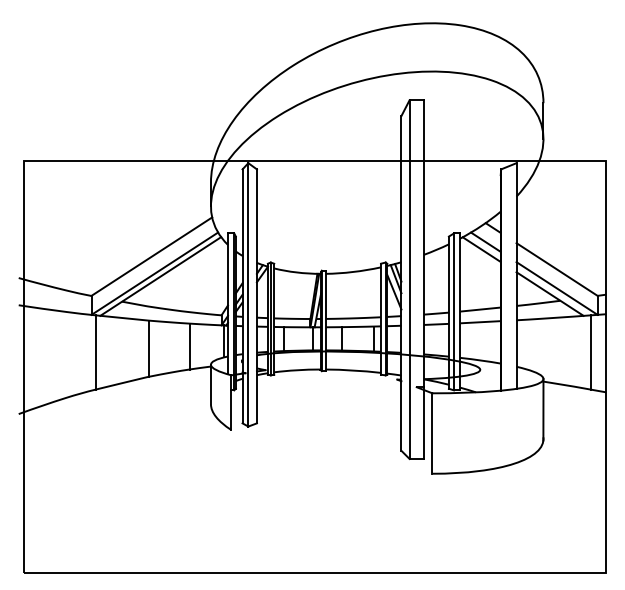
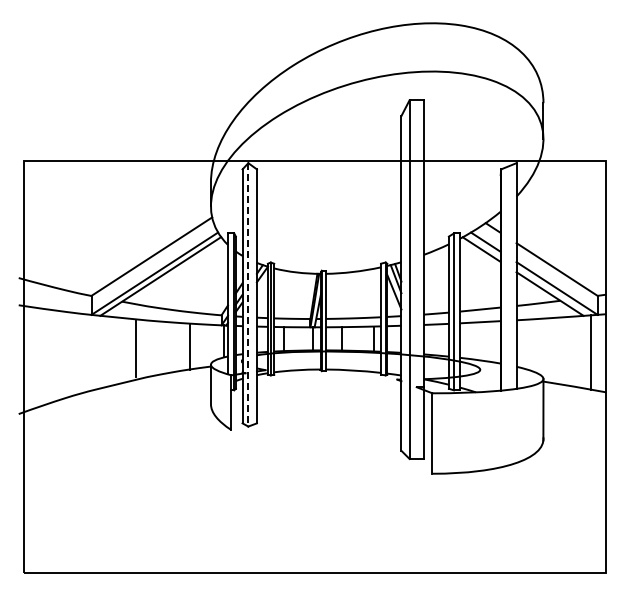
line at (248, 294): solid -> dashed
line at (148, 348) position: (148, 348) -> (135, 348)
line at (95, 352): present -> none
